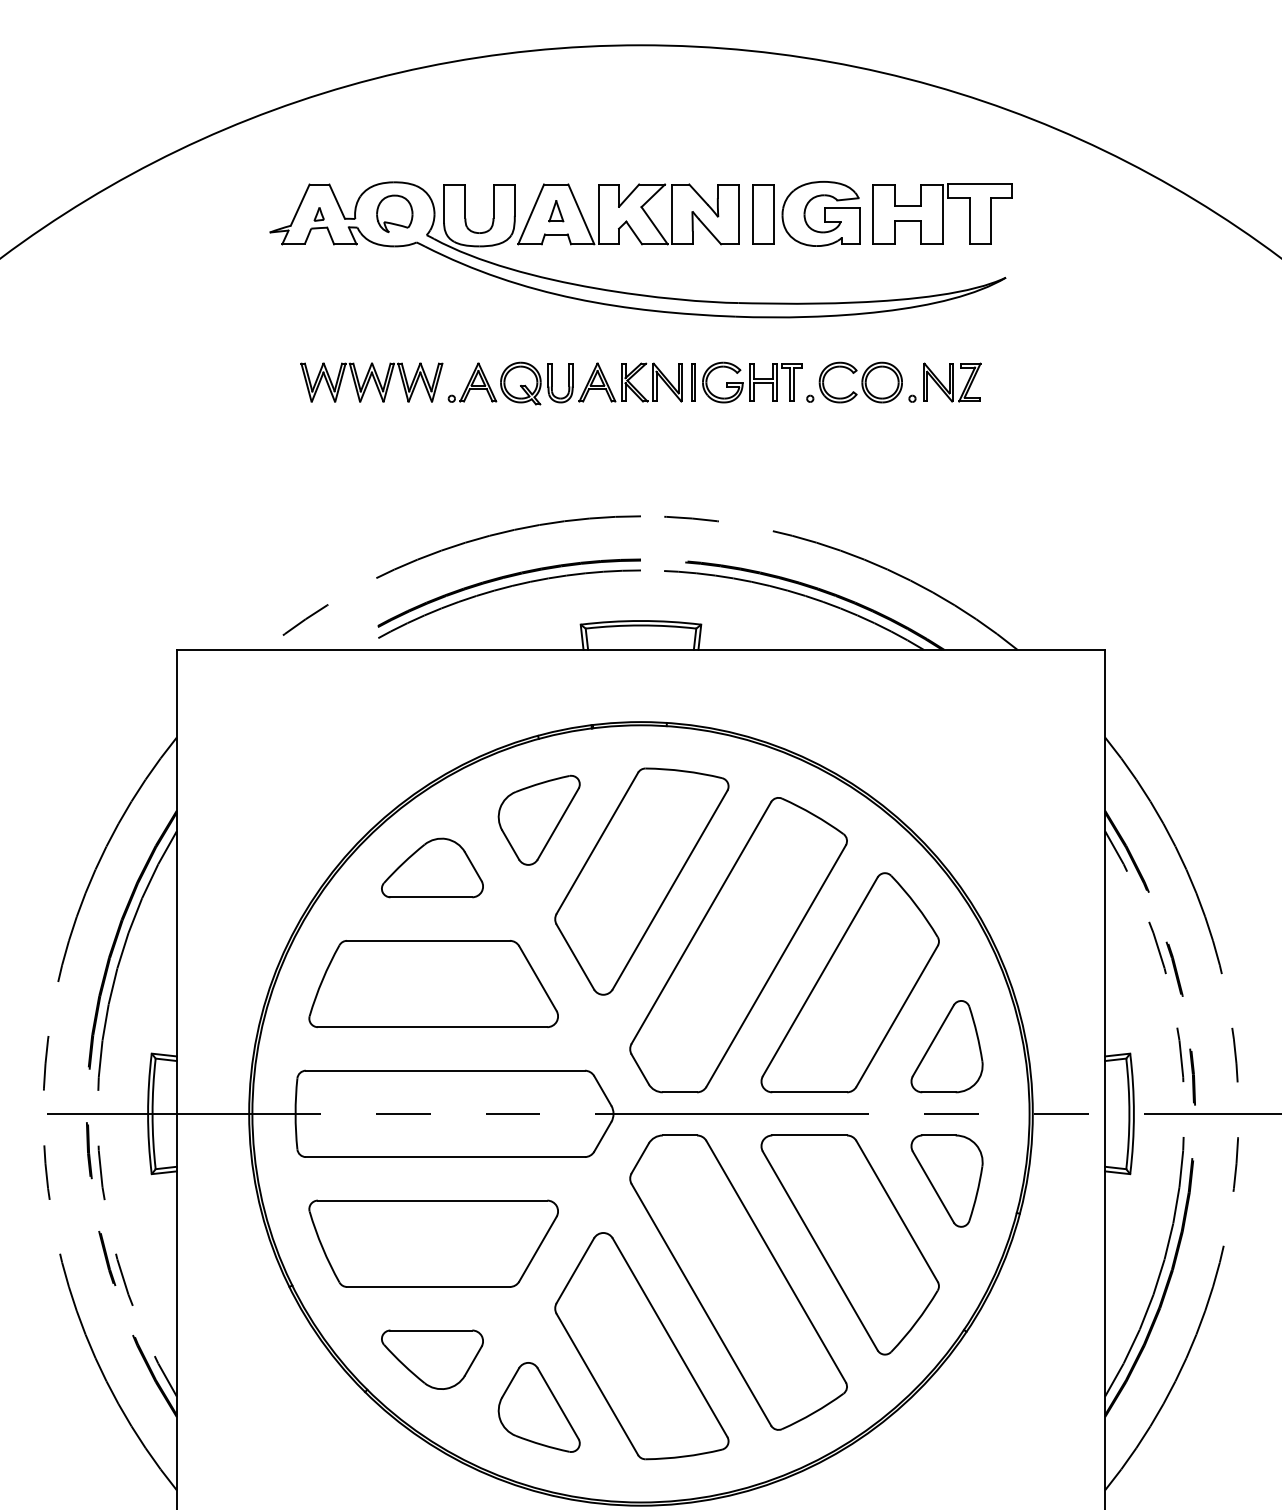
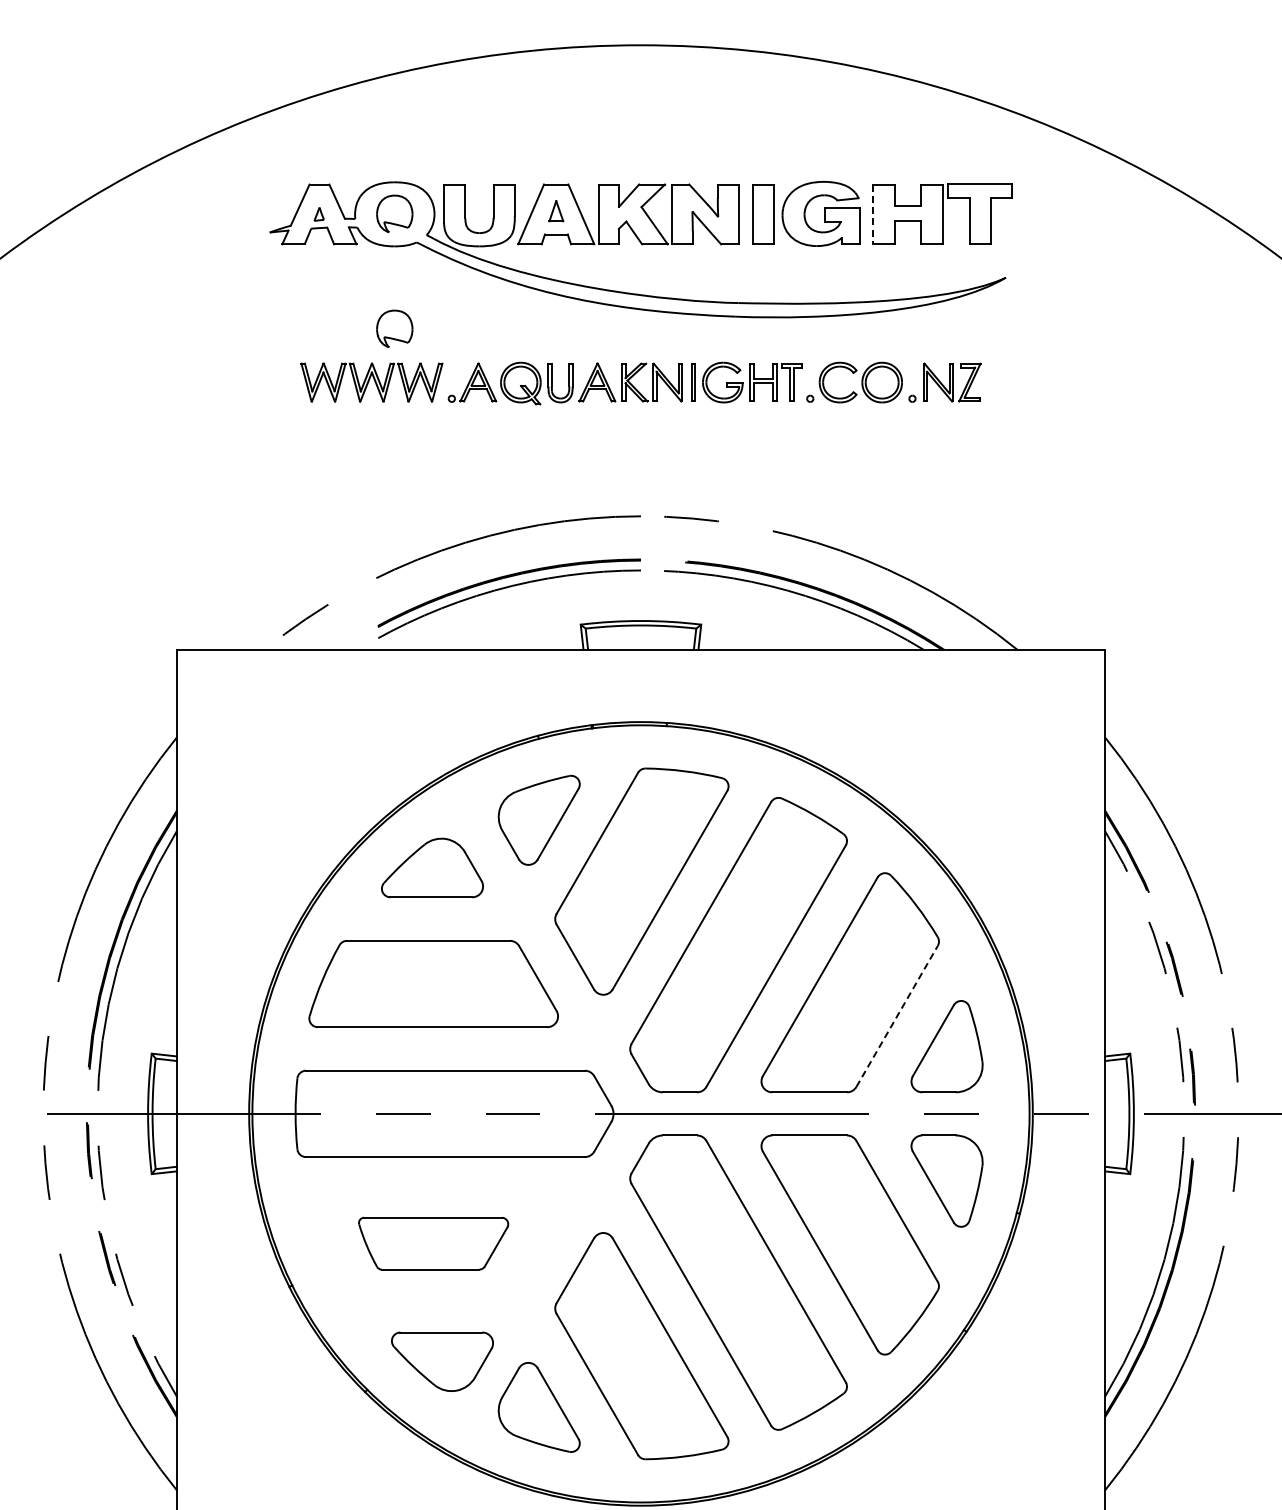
line at (873, 214): solid -> dashed
part at (394, 328): none -> present
line at (897, 1015): solid -> dashed
part at (433, 1243) size: 251x89 px -> 152x55 px
part at (432, 1359) position: (432, 1359) -> (442, 1361)
